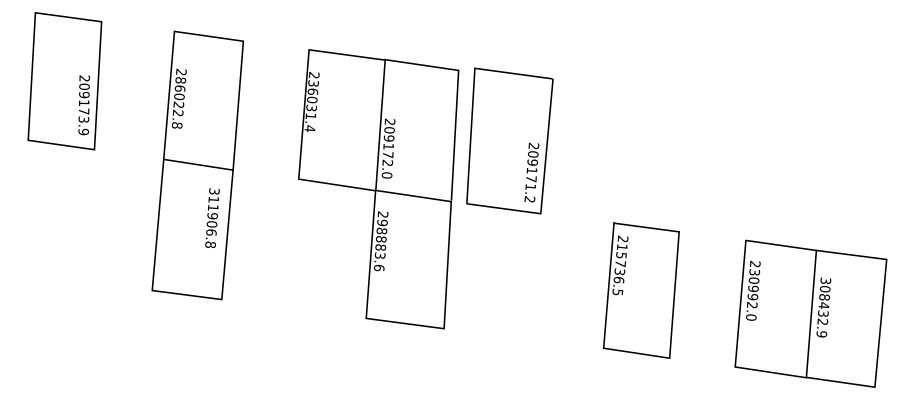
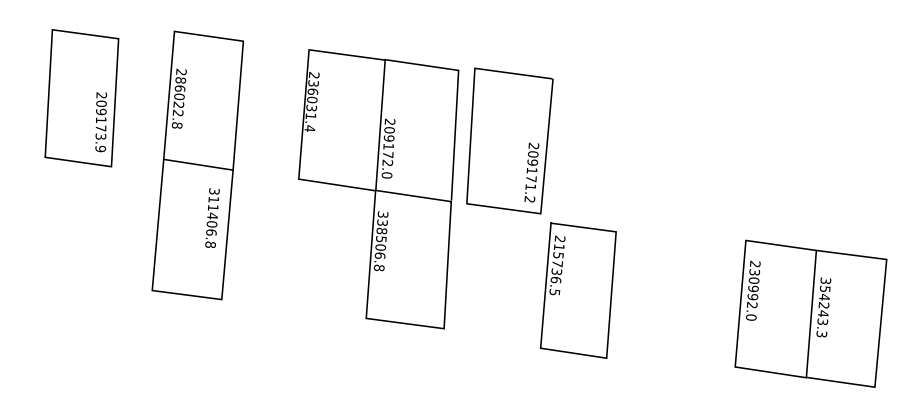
text at (64, 81) position: (64, 81) -> (81, 98)
text at (212, 215): 311906.8 -> 311406.8
text at (380, 241): 298883.6 -> 338506.8
text at (640, 290) position: (640, 290) -> (577, 290)
text at (823, 311): 308432.9 -> 354243.3
